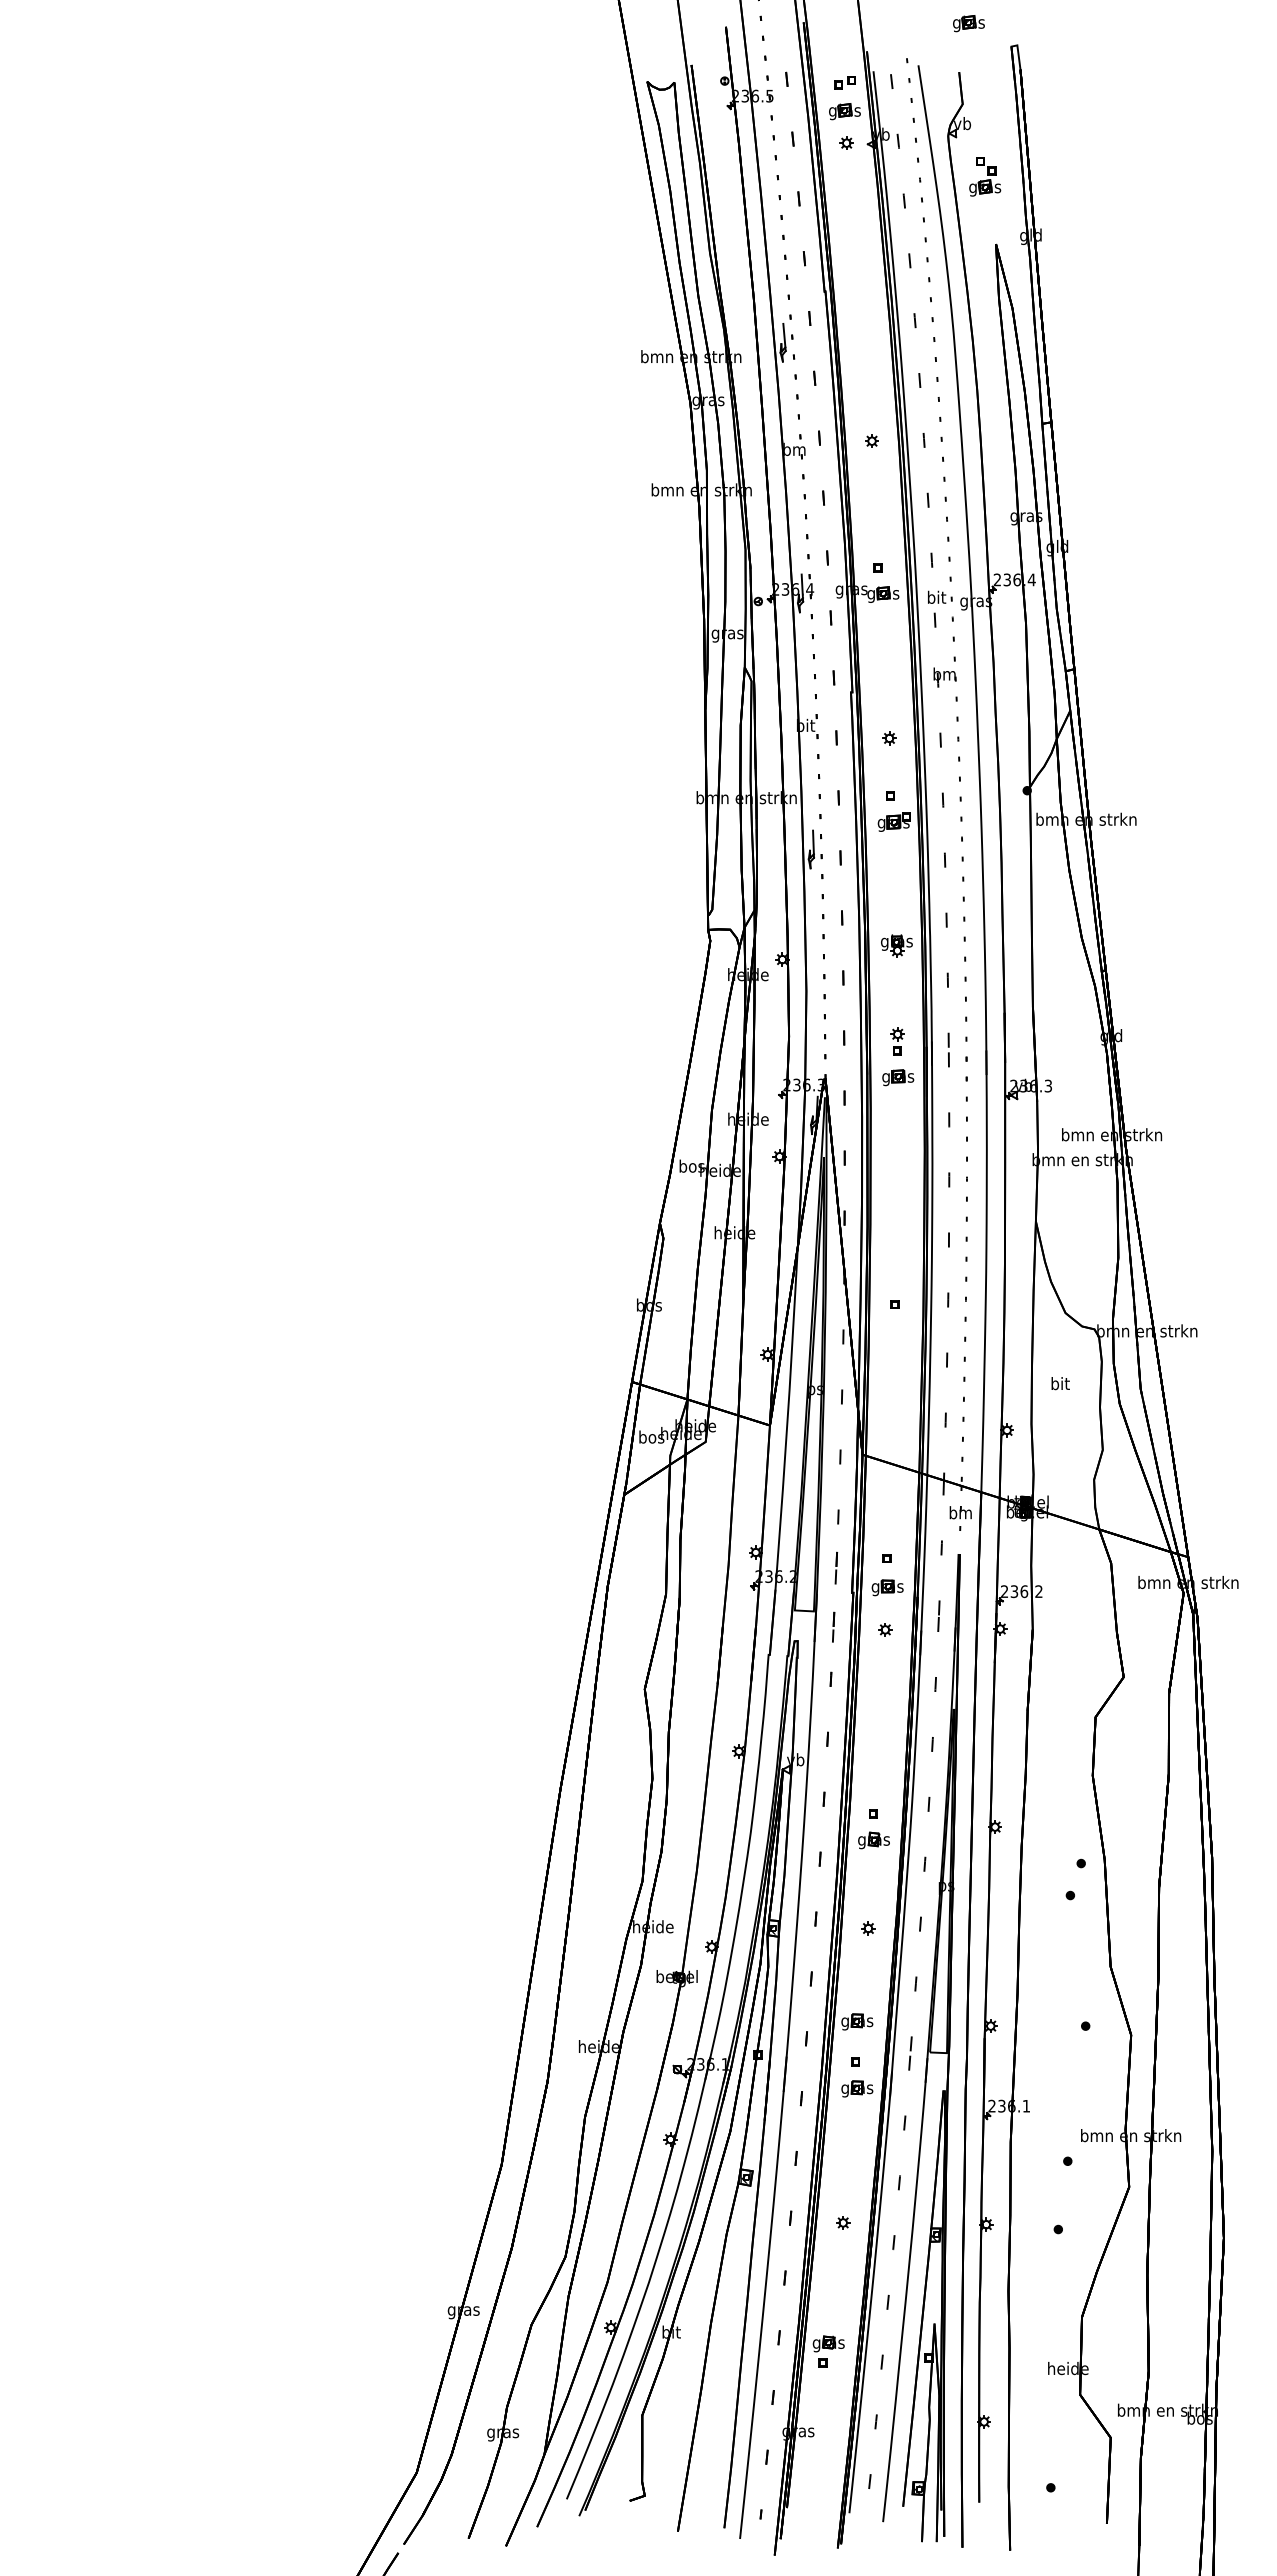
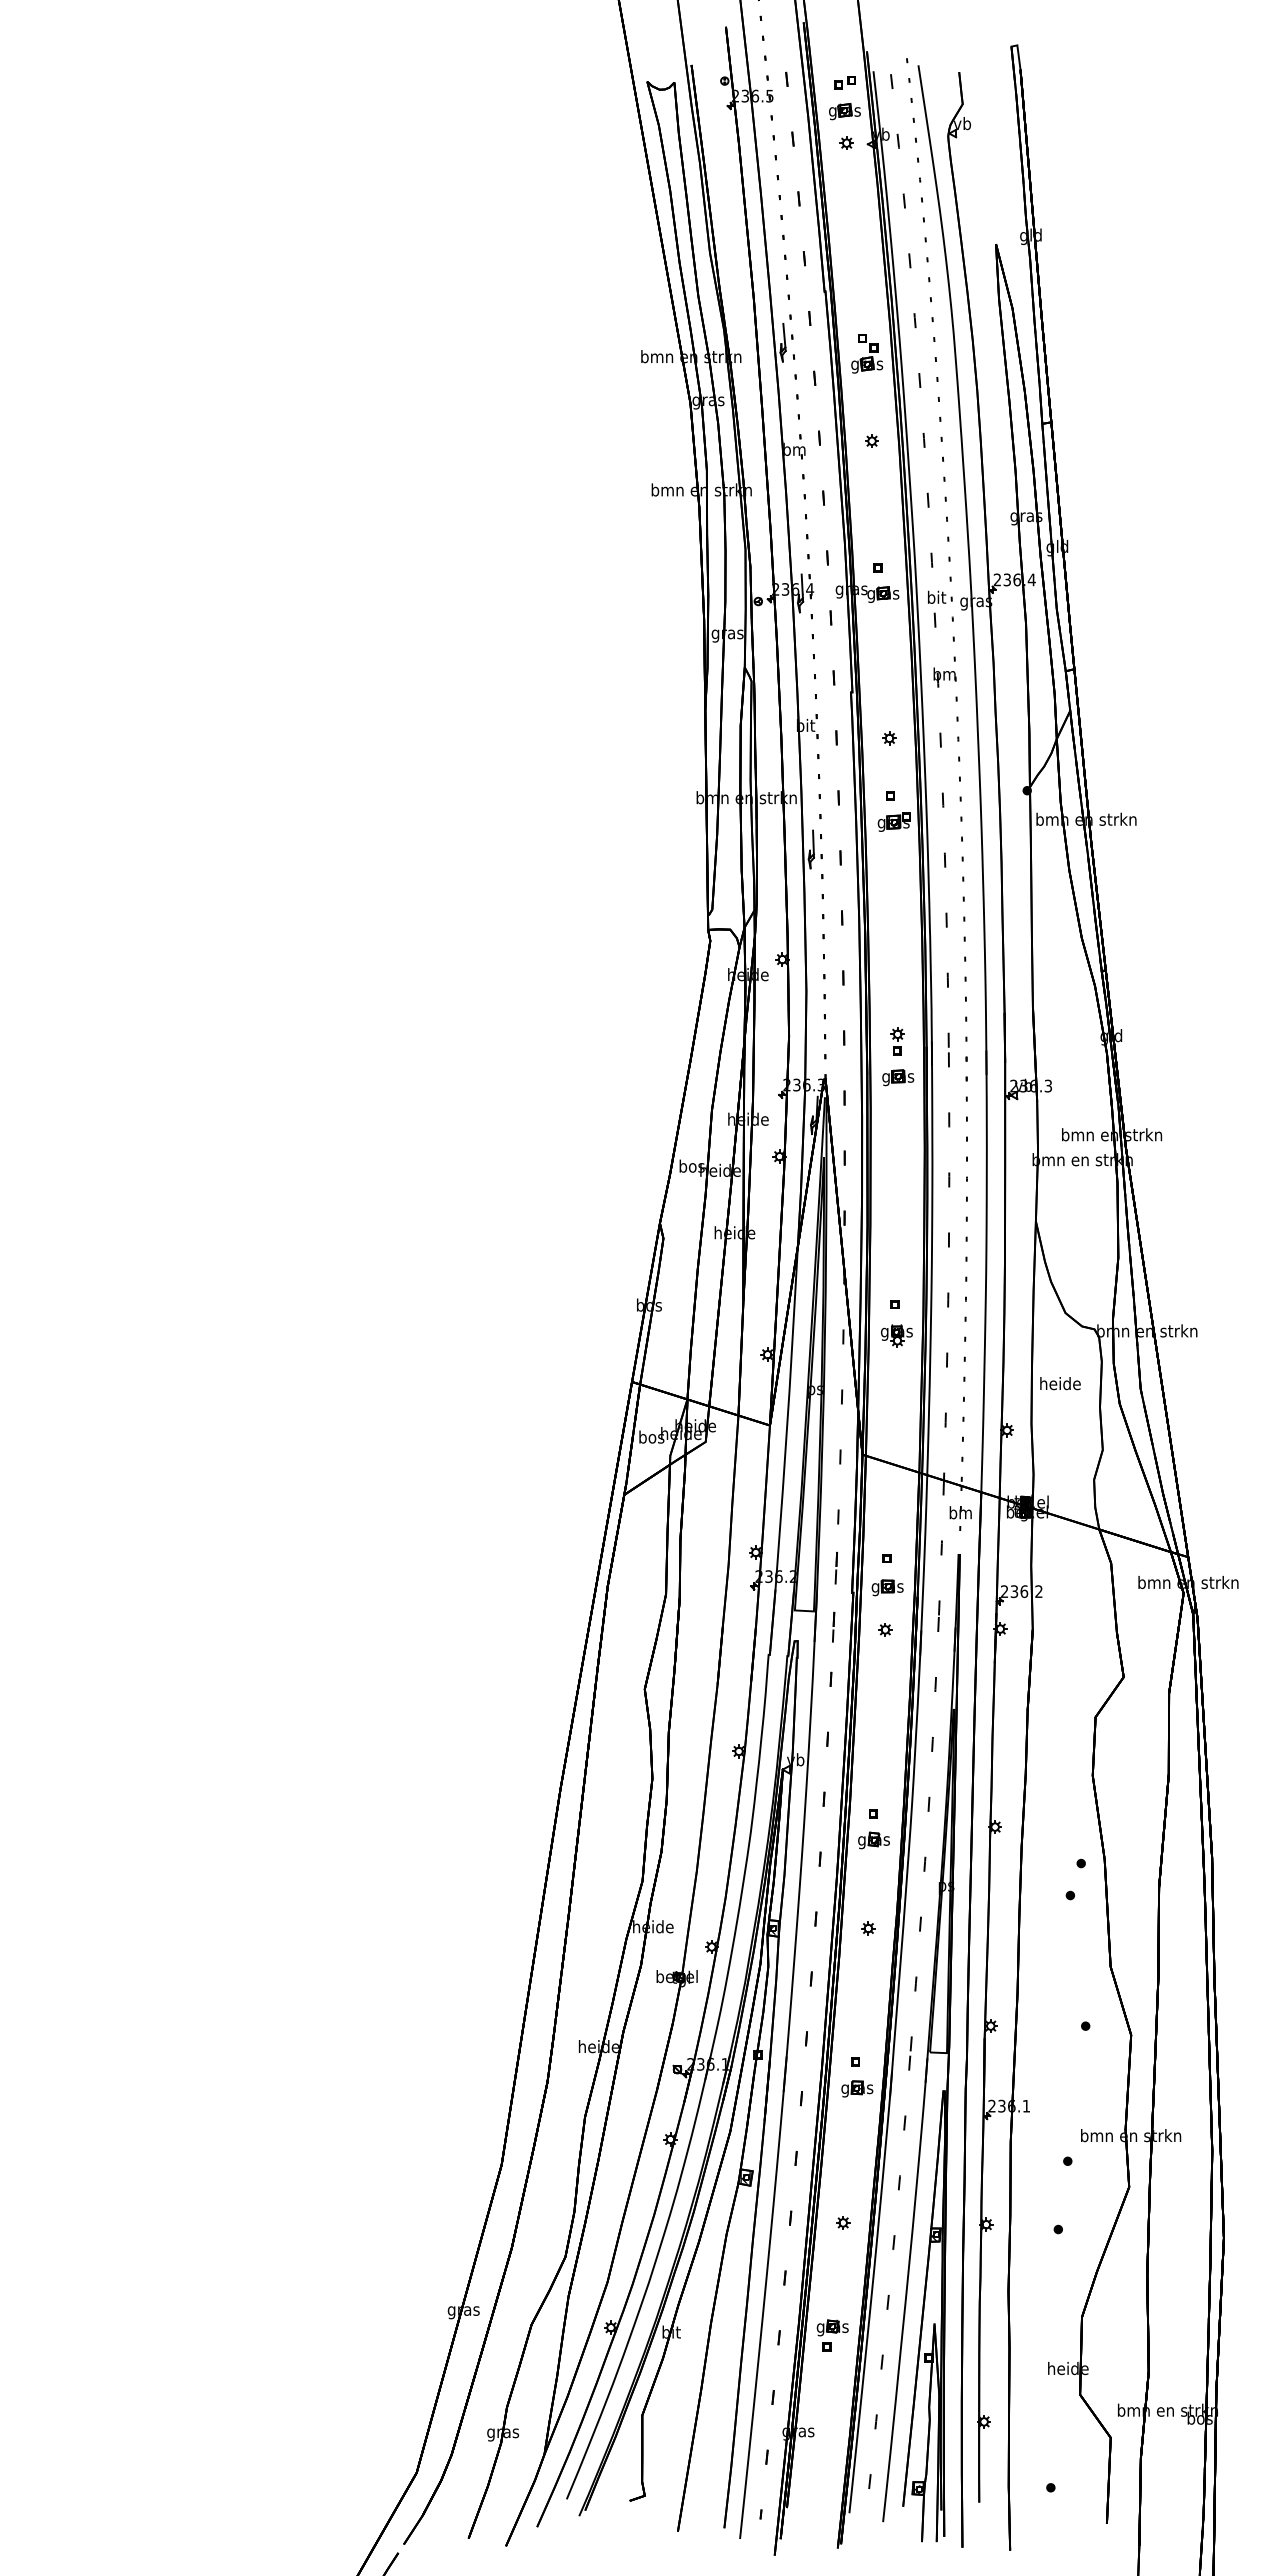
part at (968, 23): present -> none
part at (985, 176) position: (985, 176) -> (867, 353)
part at (896, 945) position: (896, 945) -> (896, 1335)
text at (1060, 1383): bit -> heide
part at (857, 2021): present -> none
part at (828, 2351) position: (828, 2351) -> (832, 2335)
